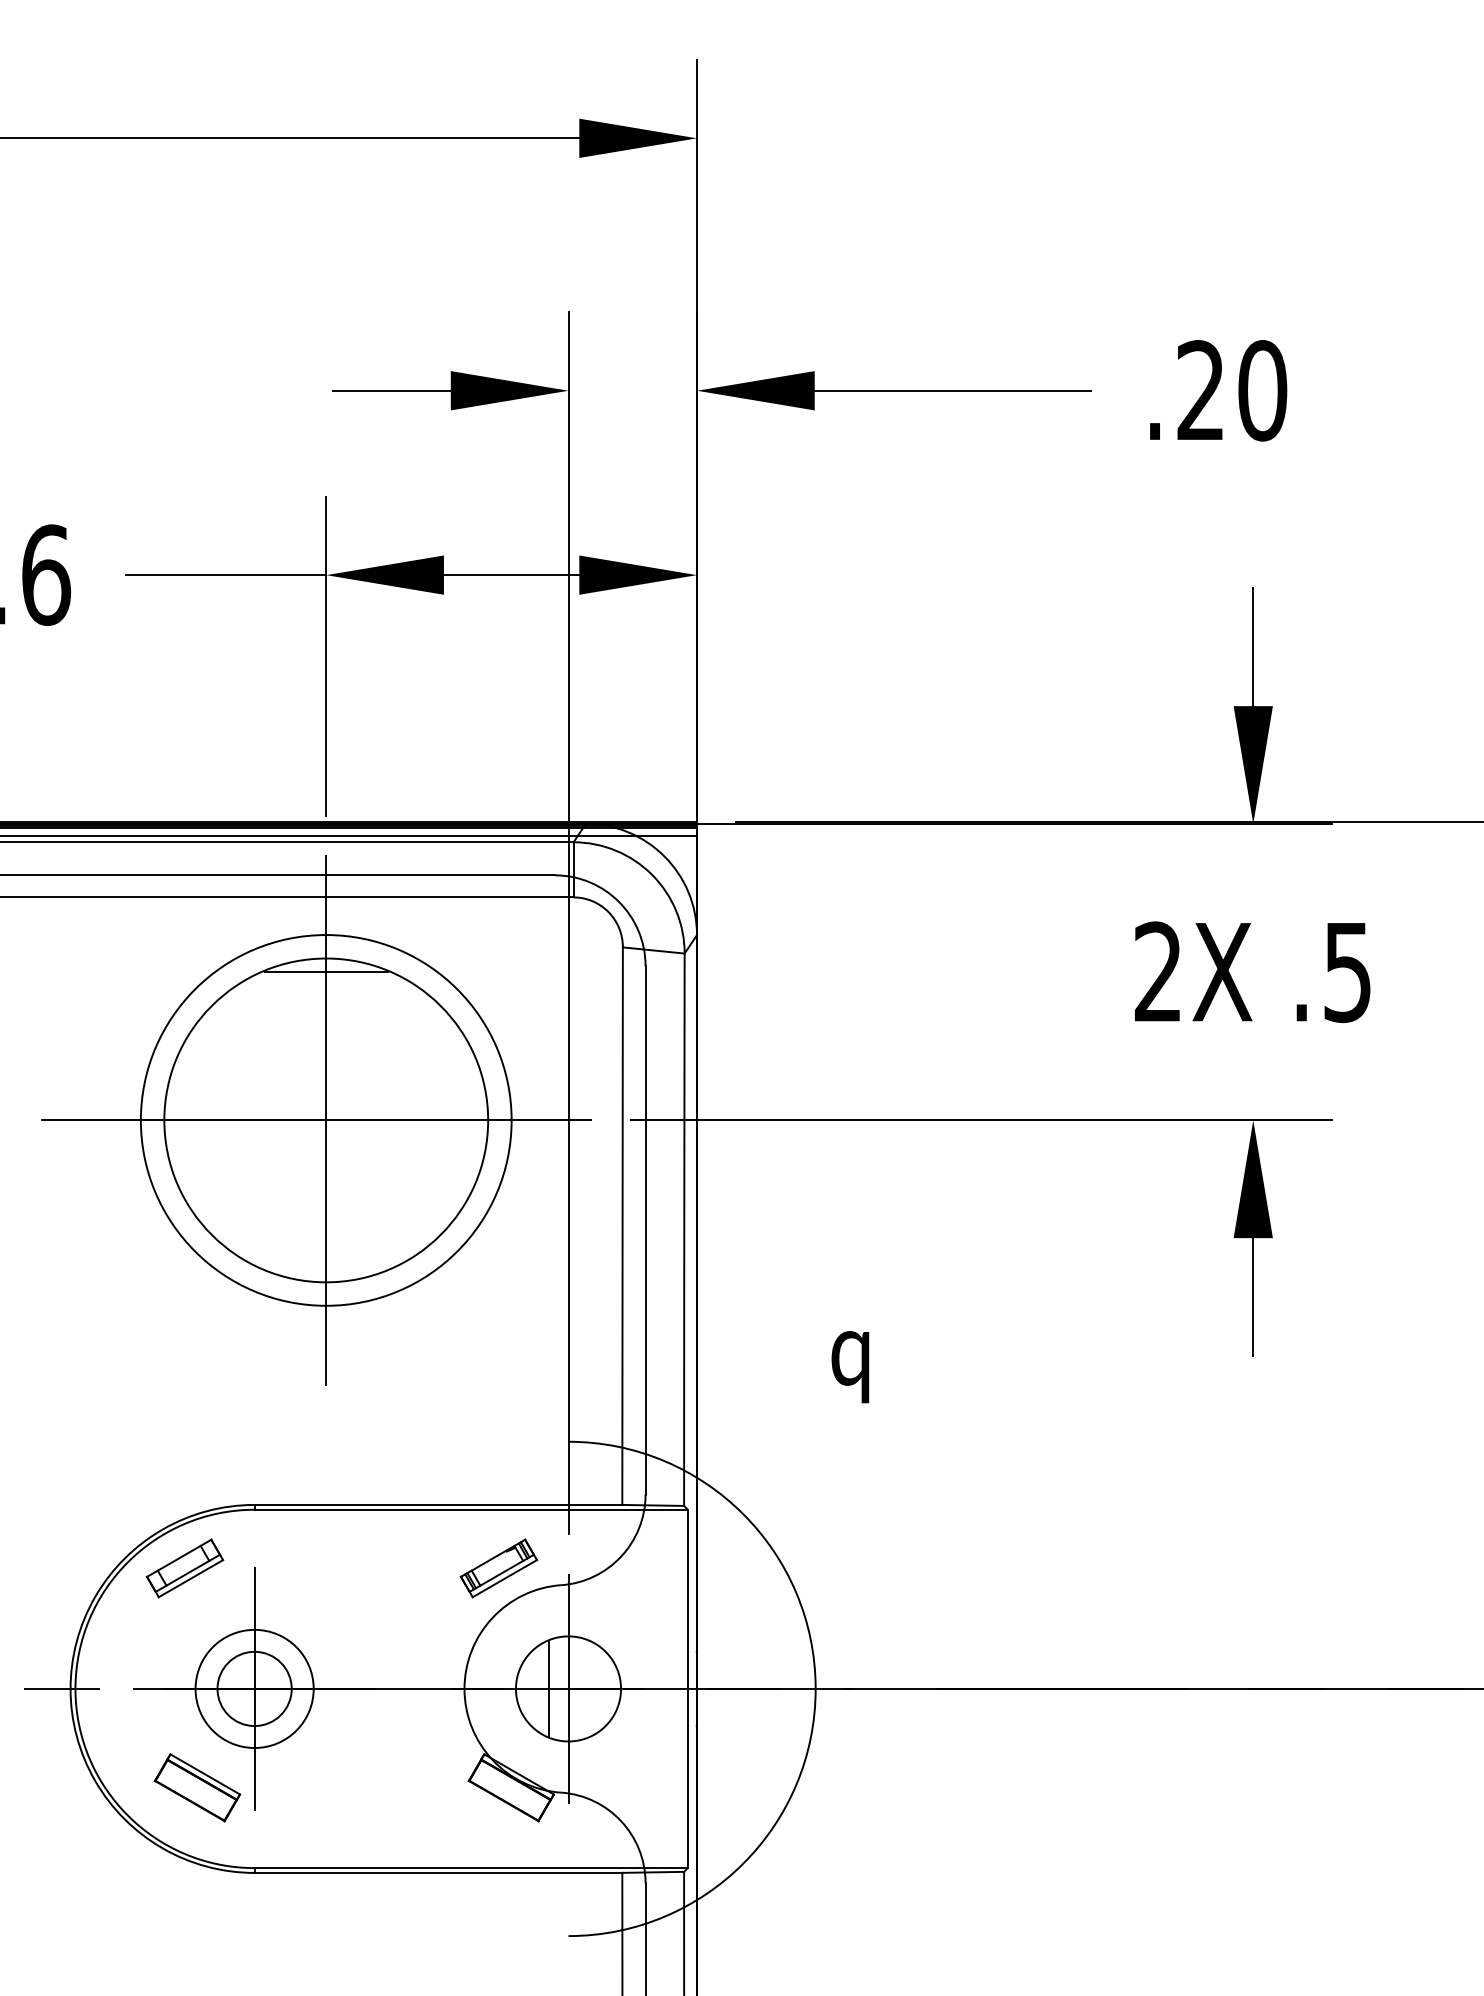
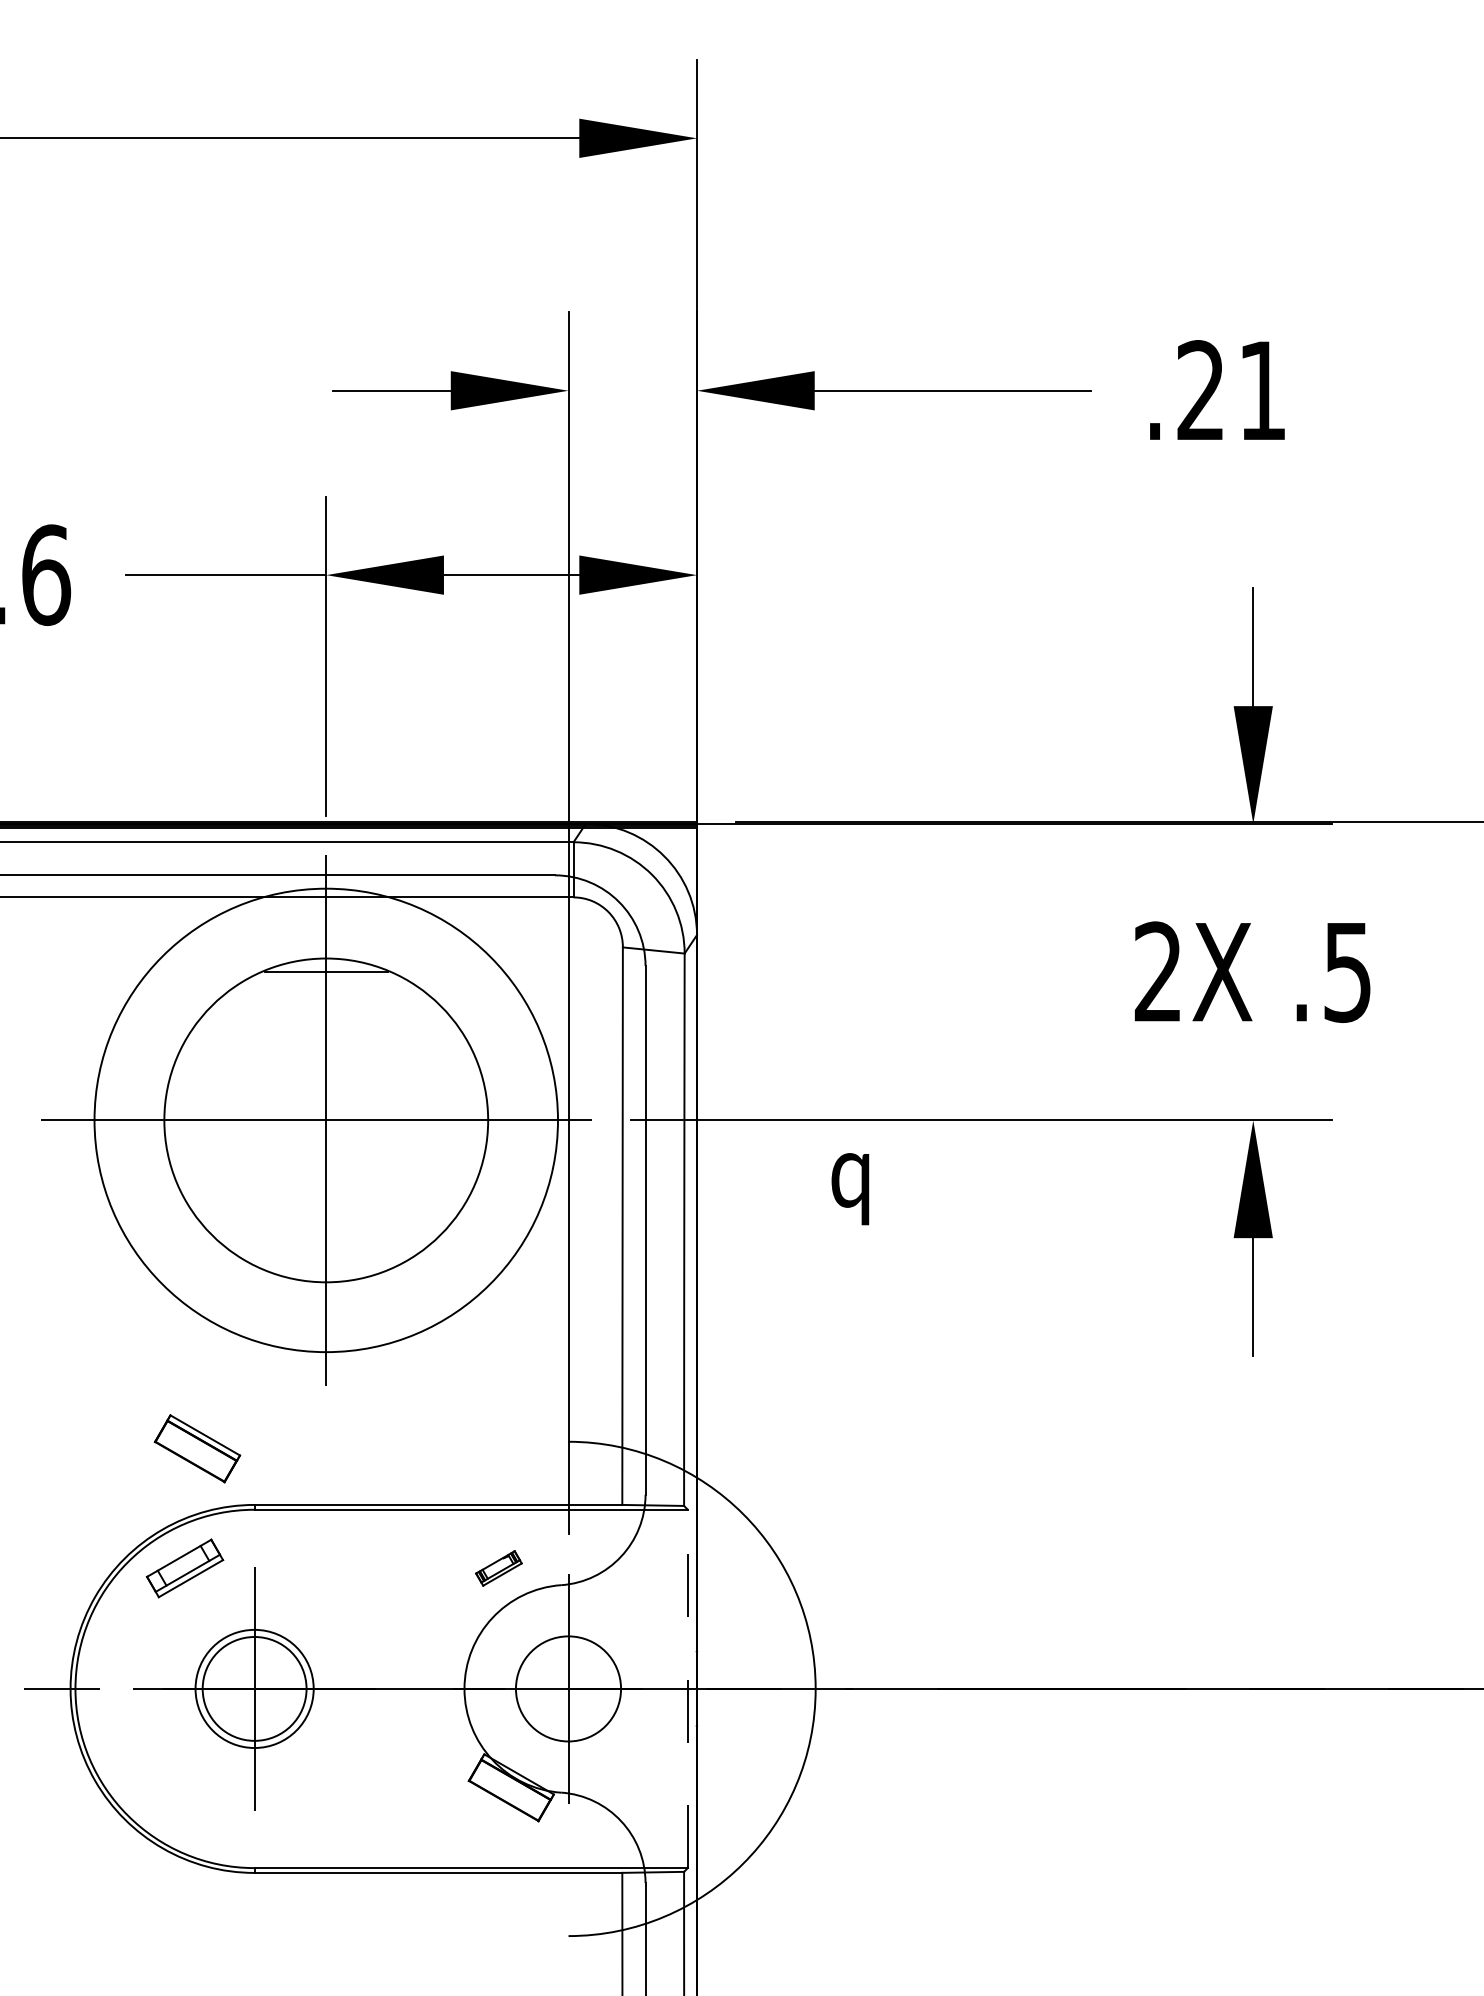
text at (1262, 390): .20 -> .21
line at (349, 835): present -> none
circle at (325, 1120) diameter: 371 px -> 463 px
text at (850, 1367) position: (850, 1367) -> (850, 1189)
part at (498, 1568) size: 80x61 px -> 48x37 px
circle at (254, 1688) diameter: 74 px -> 104 px
line at (548, 1688): present -> none
line at (687, 1688): solid -> dashed
part at (197, 1787) position: (197, 1787) -> (197, 1448)
